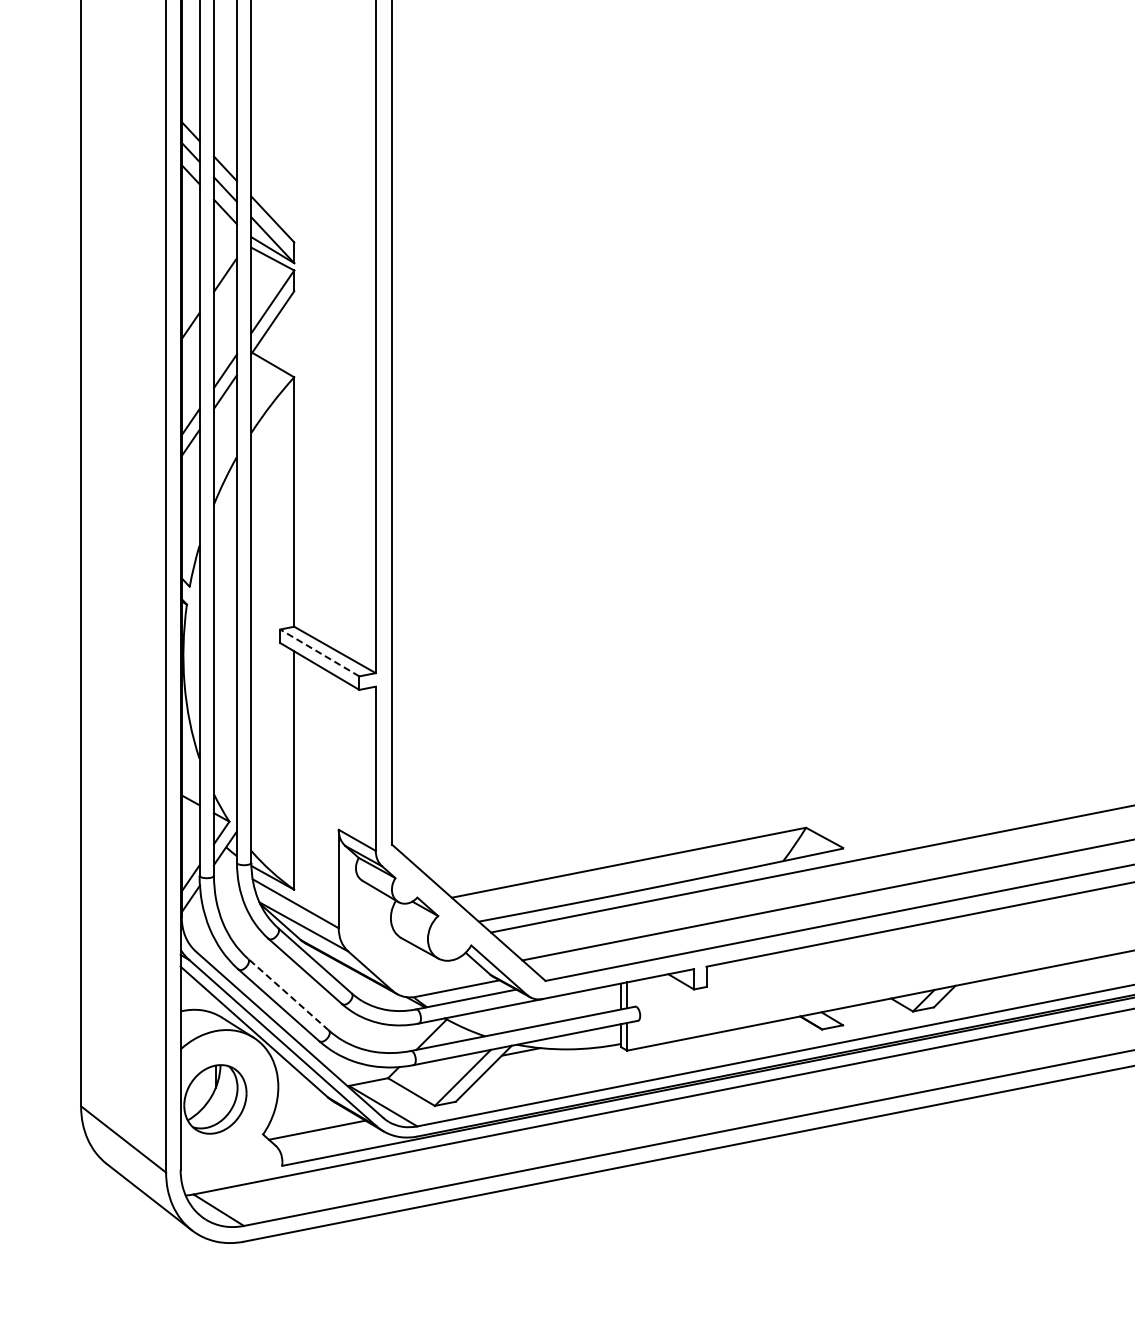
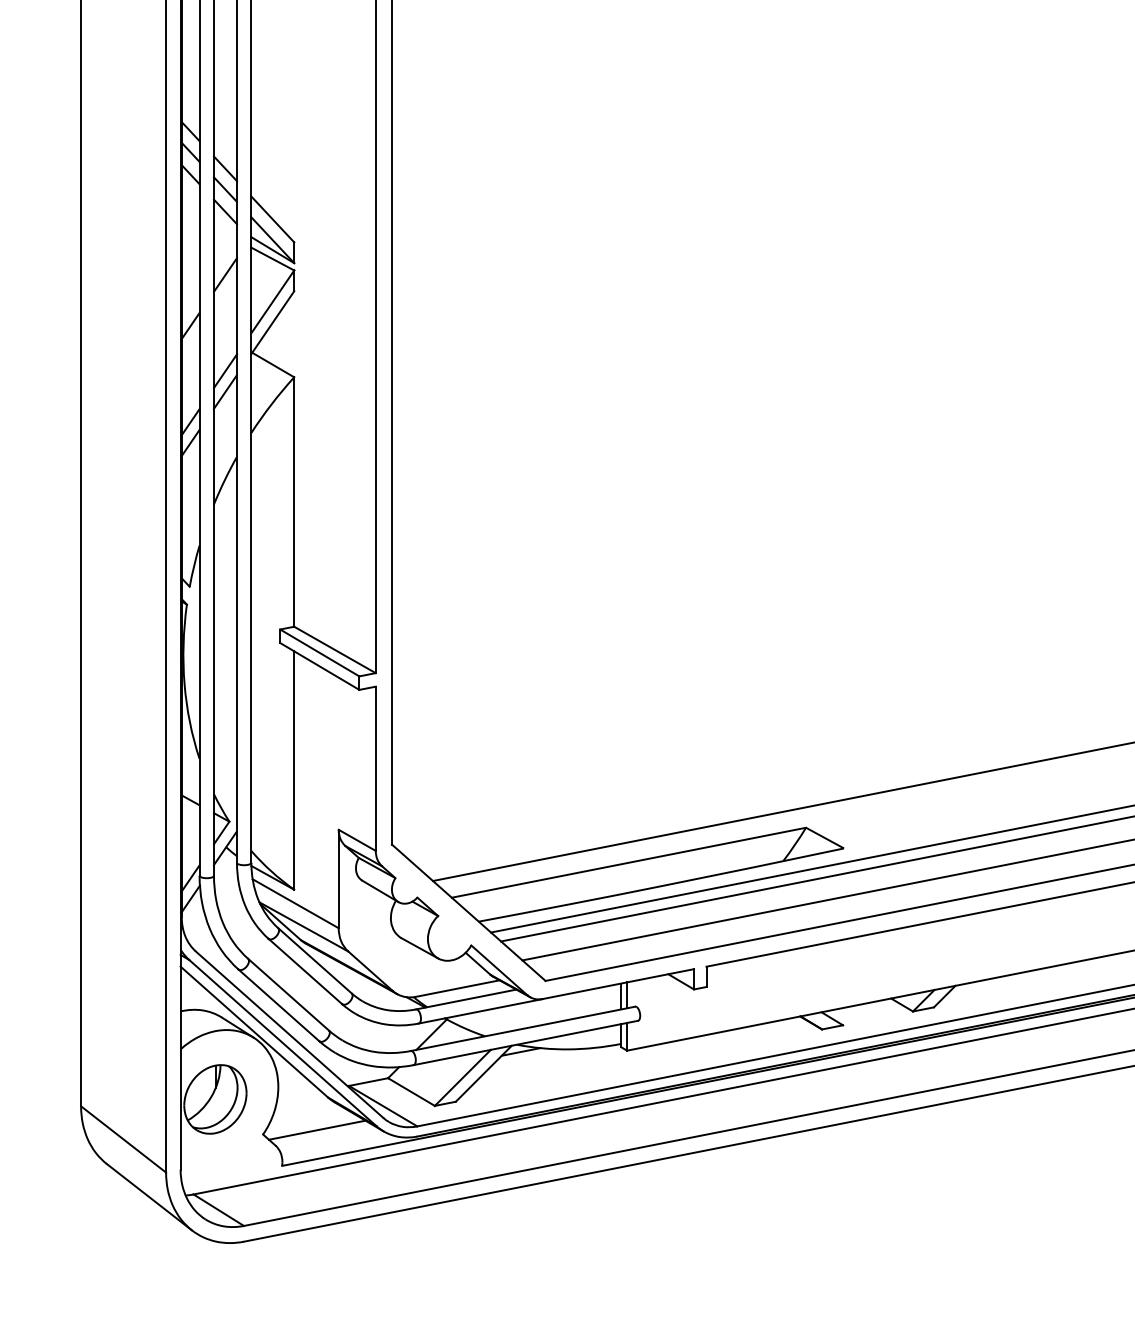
line at (319, 652): dashed -> solid
line at (781, 812): none -> present
line at (816, 879): none -> present
line at (288, 994): dashed -> solid
